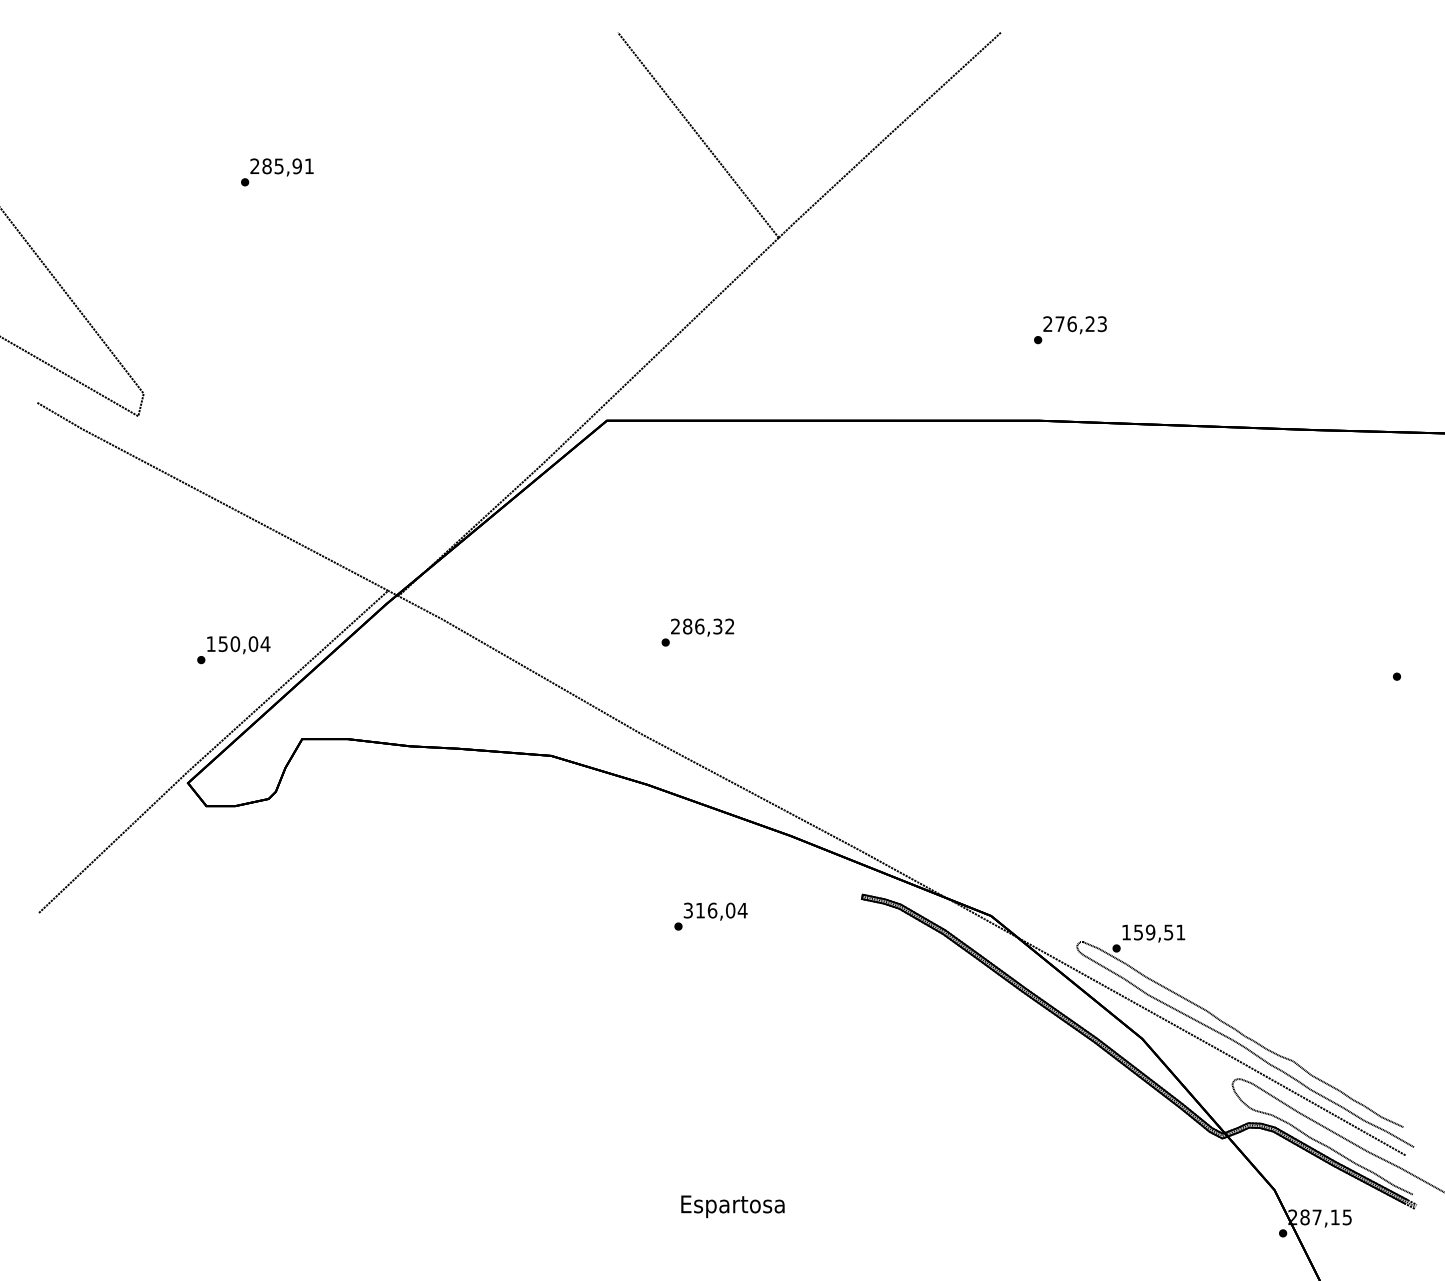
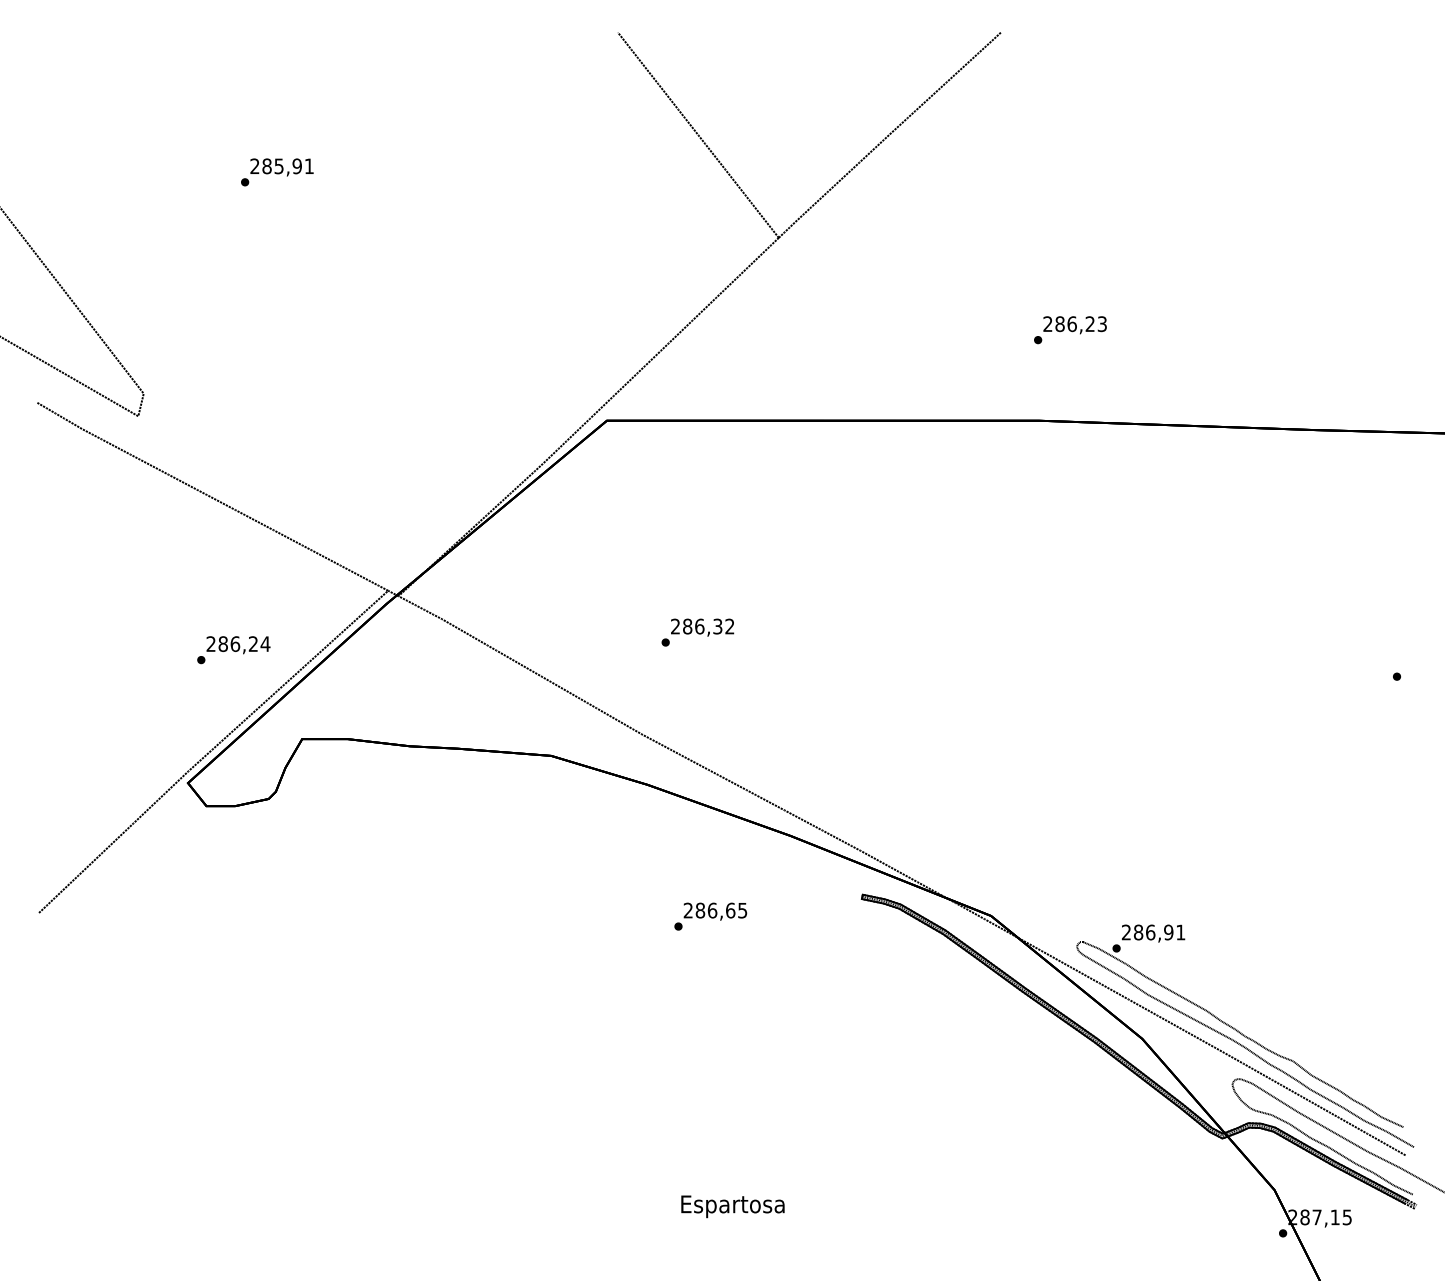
text at (1059, 324): 276,23 -> 286,23
text at (232, 644): 150,04 -> 286,24
text at (715, 910): 316,04 -> 286,65
text at (1147, 932): 159,51 -> 286,91
